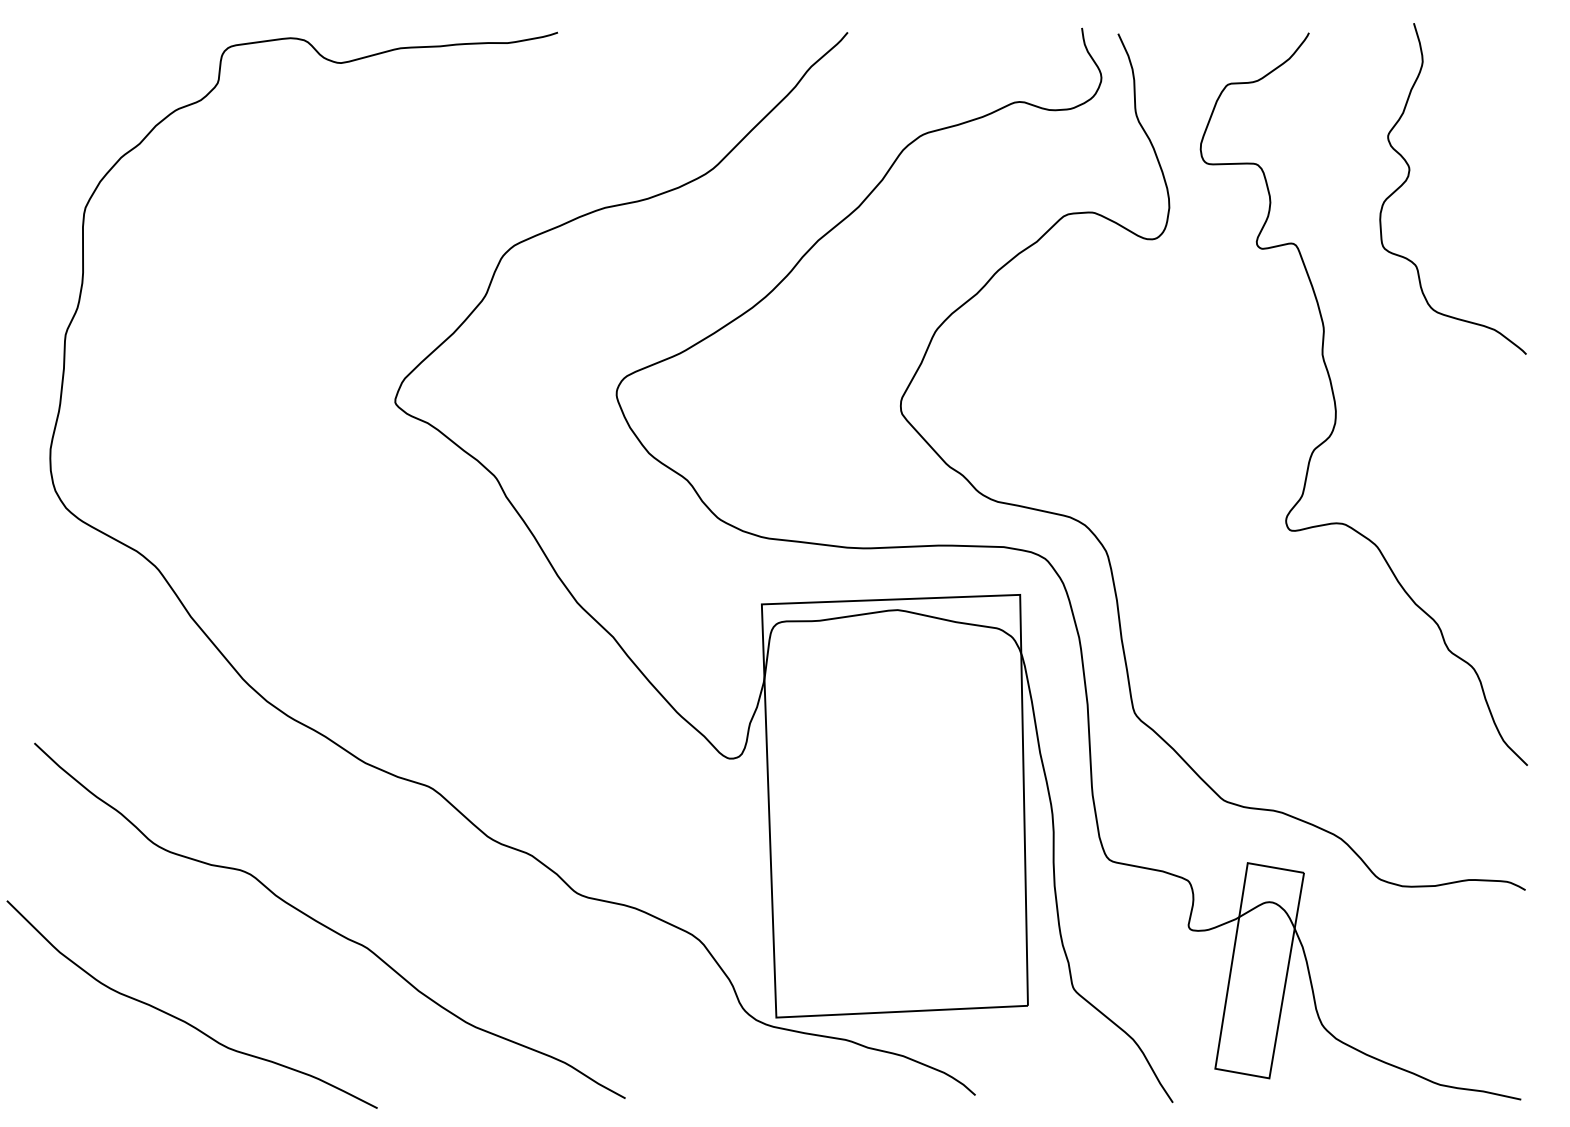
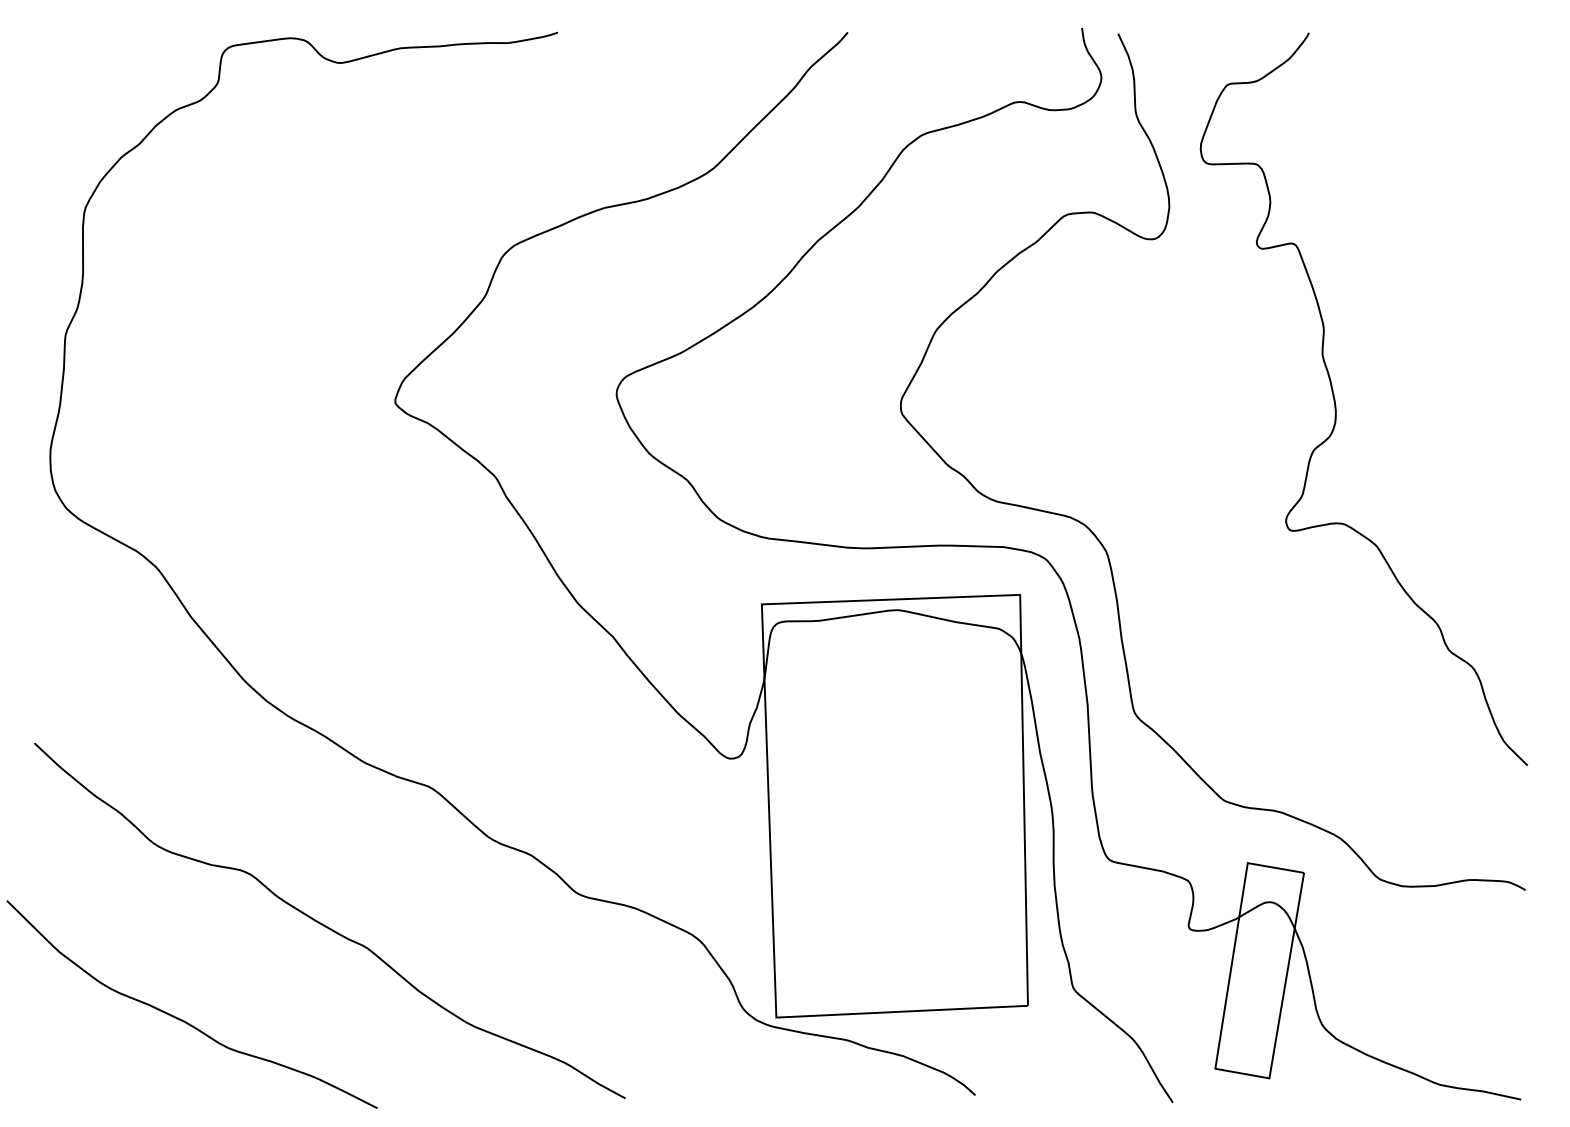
curve at (1409, 176): present -> none
